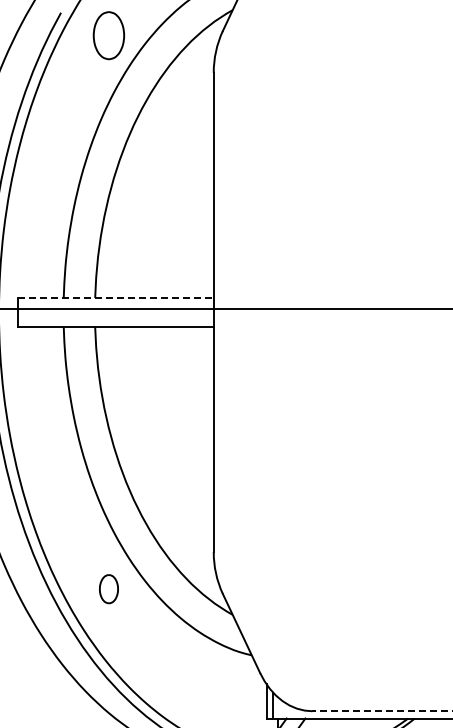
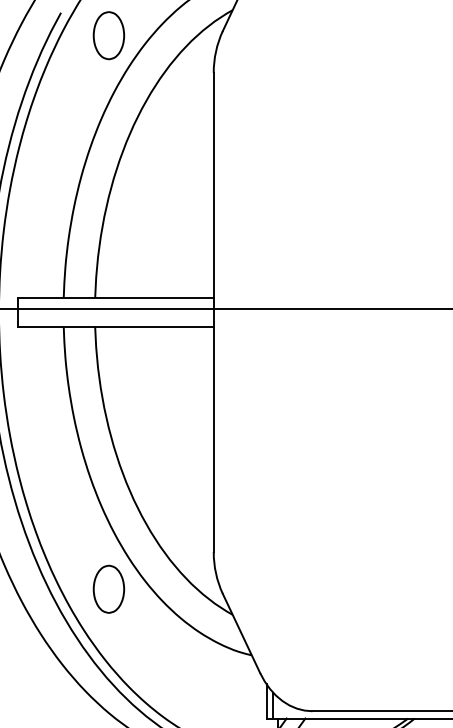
line at (116, 297): dashed -> solid
part at (108, 589) size: 20x31 px -> 34x50 px
line at (382, 711): dashed -> solid
